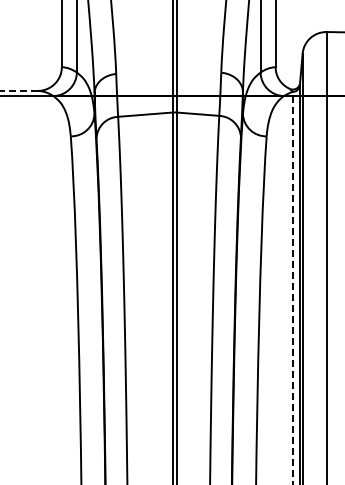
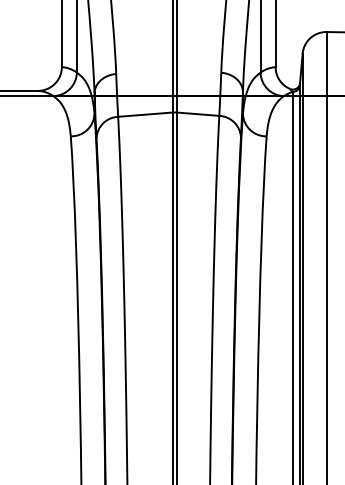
line at (18, 90): dashed -> solid
line at (292, 287): dashed -> solid
